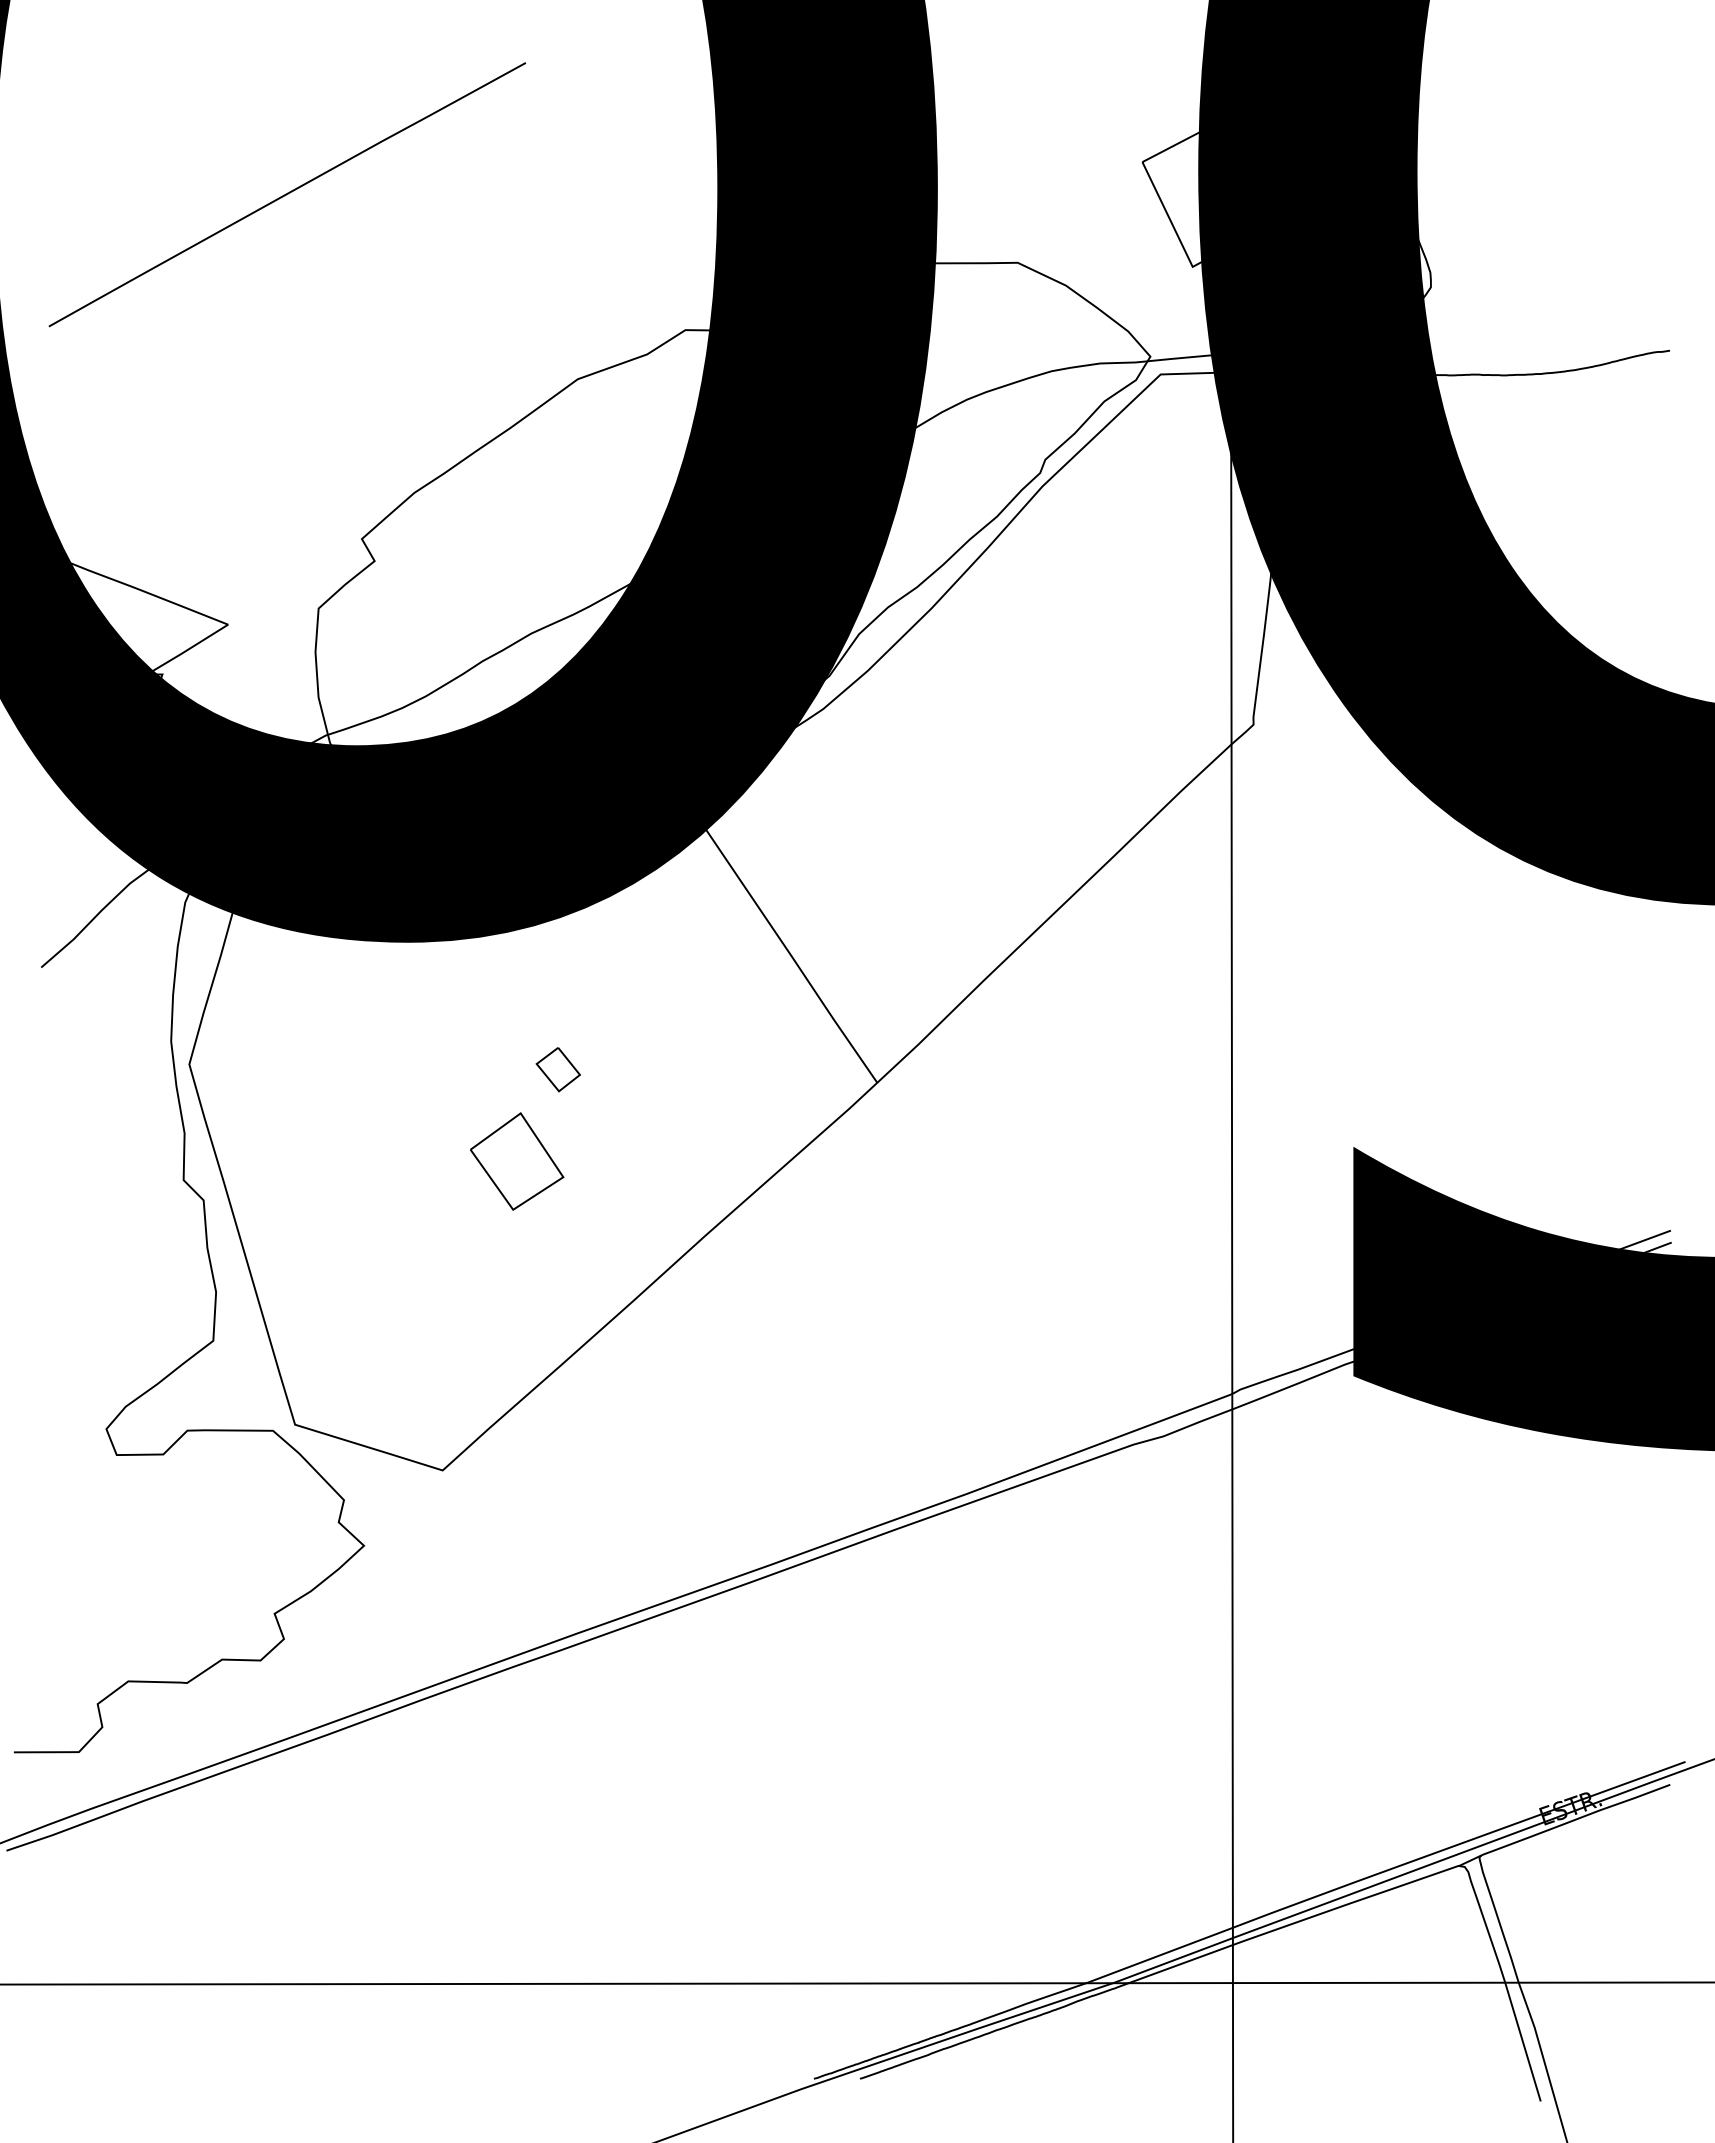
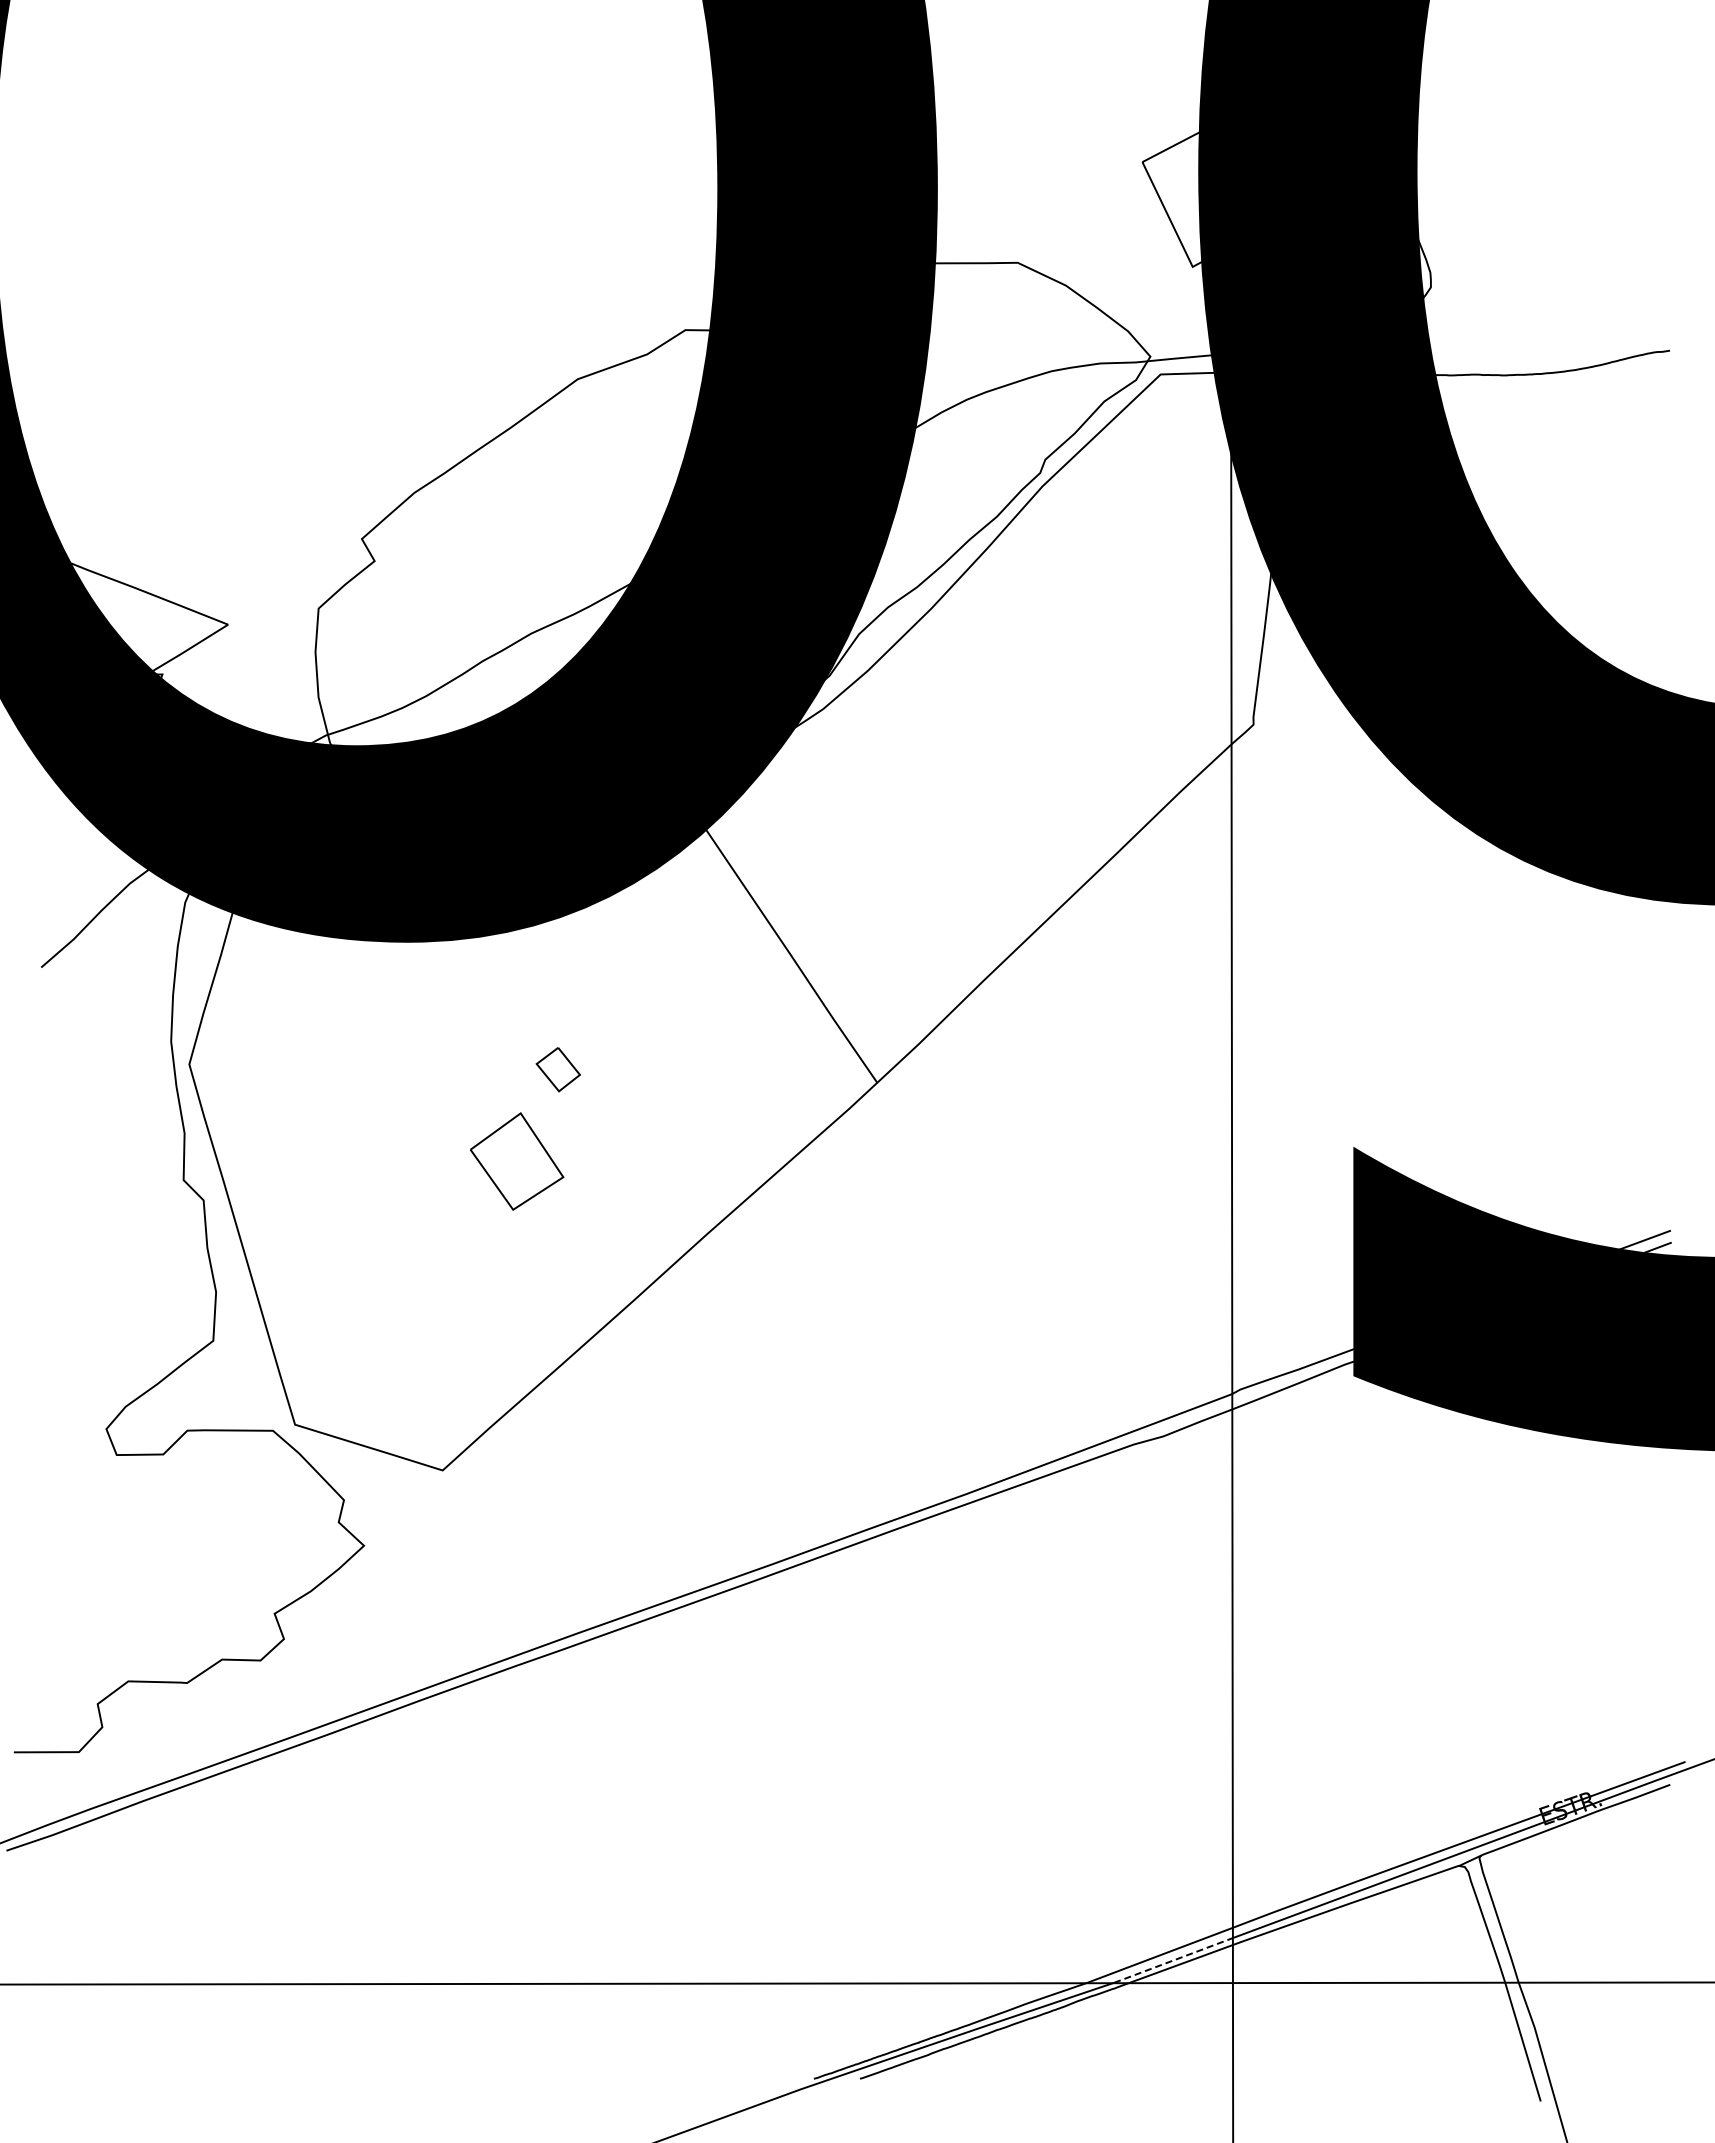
curve at (287, 194): present -> none
line at (1173, 1960): solid -> dashed
